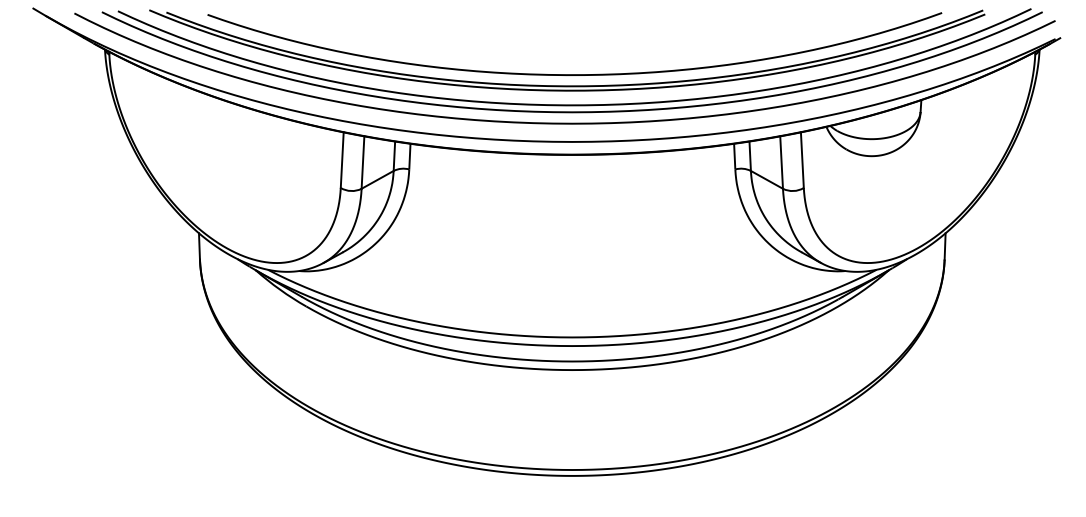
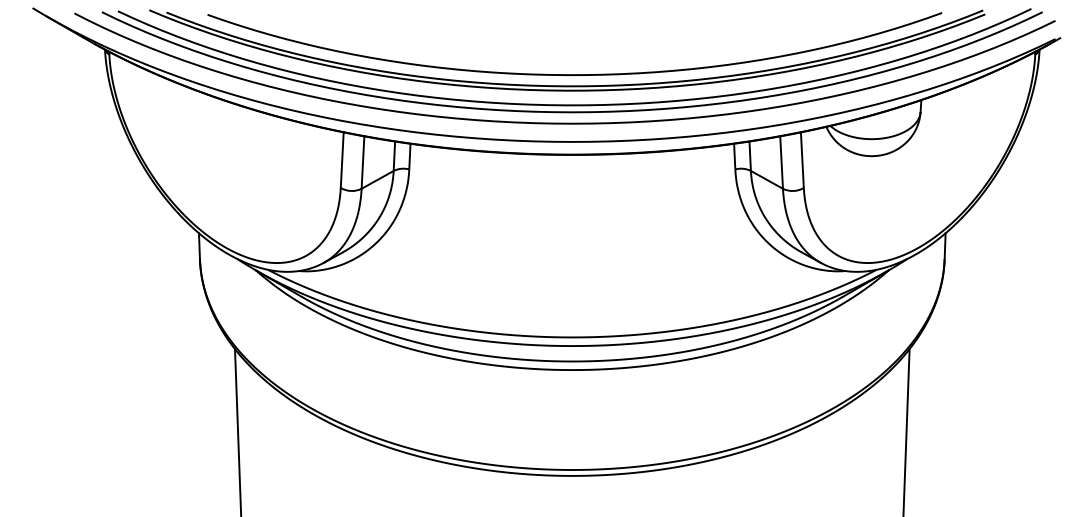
line at (237, 431): none -> present
line at (906, 431): none -> present
